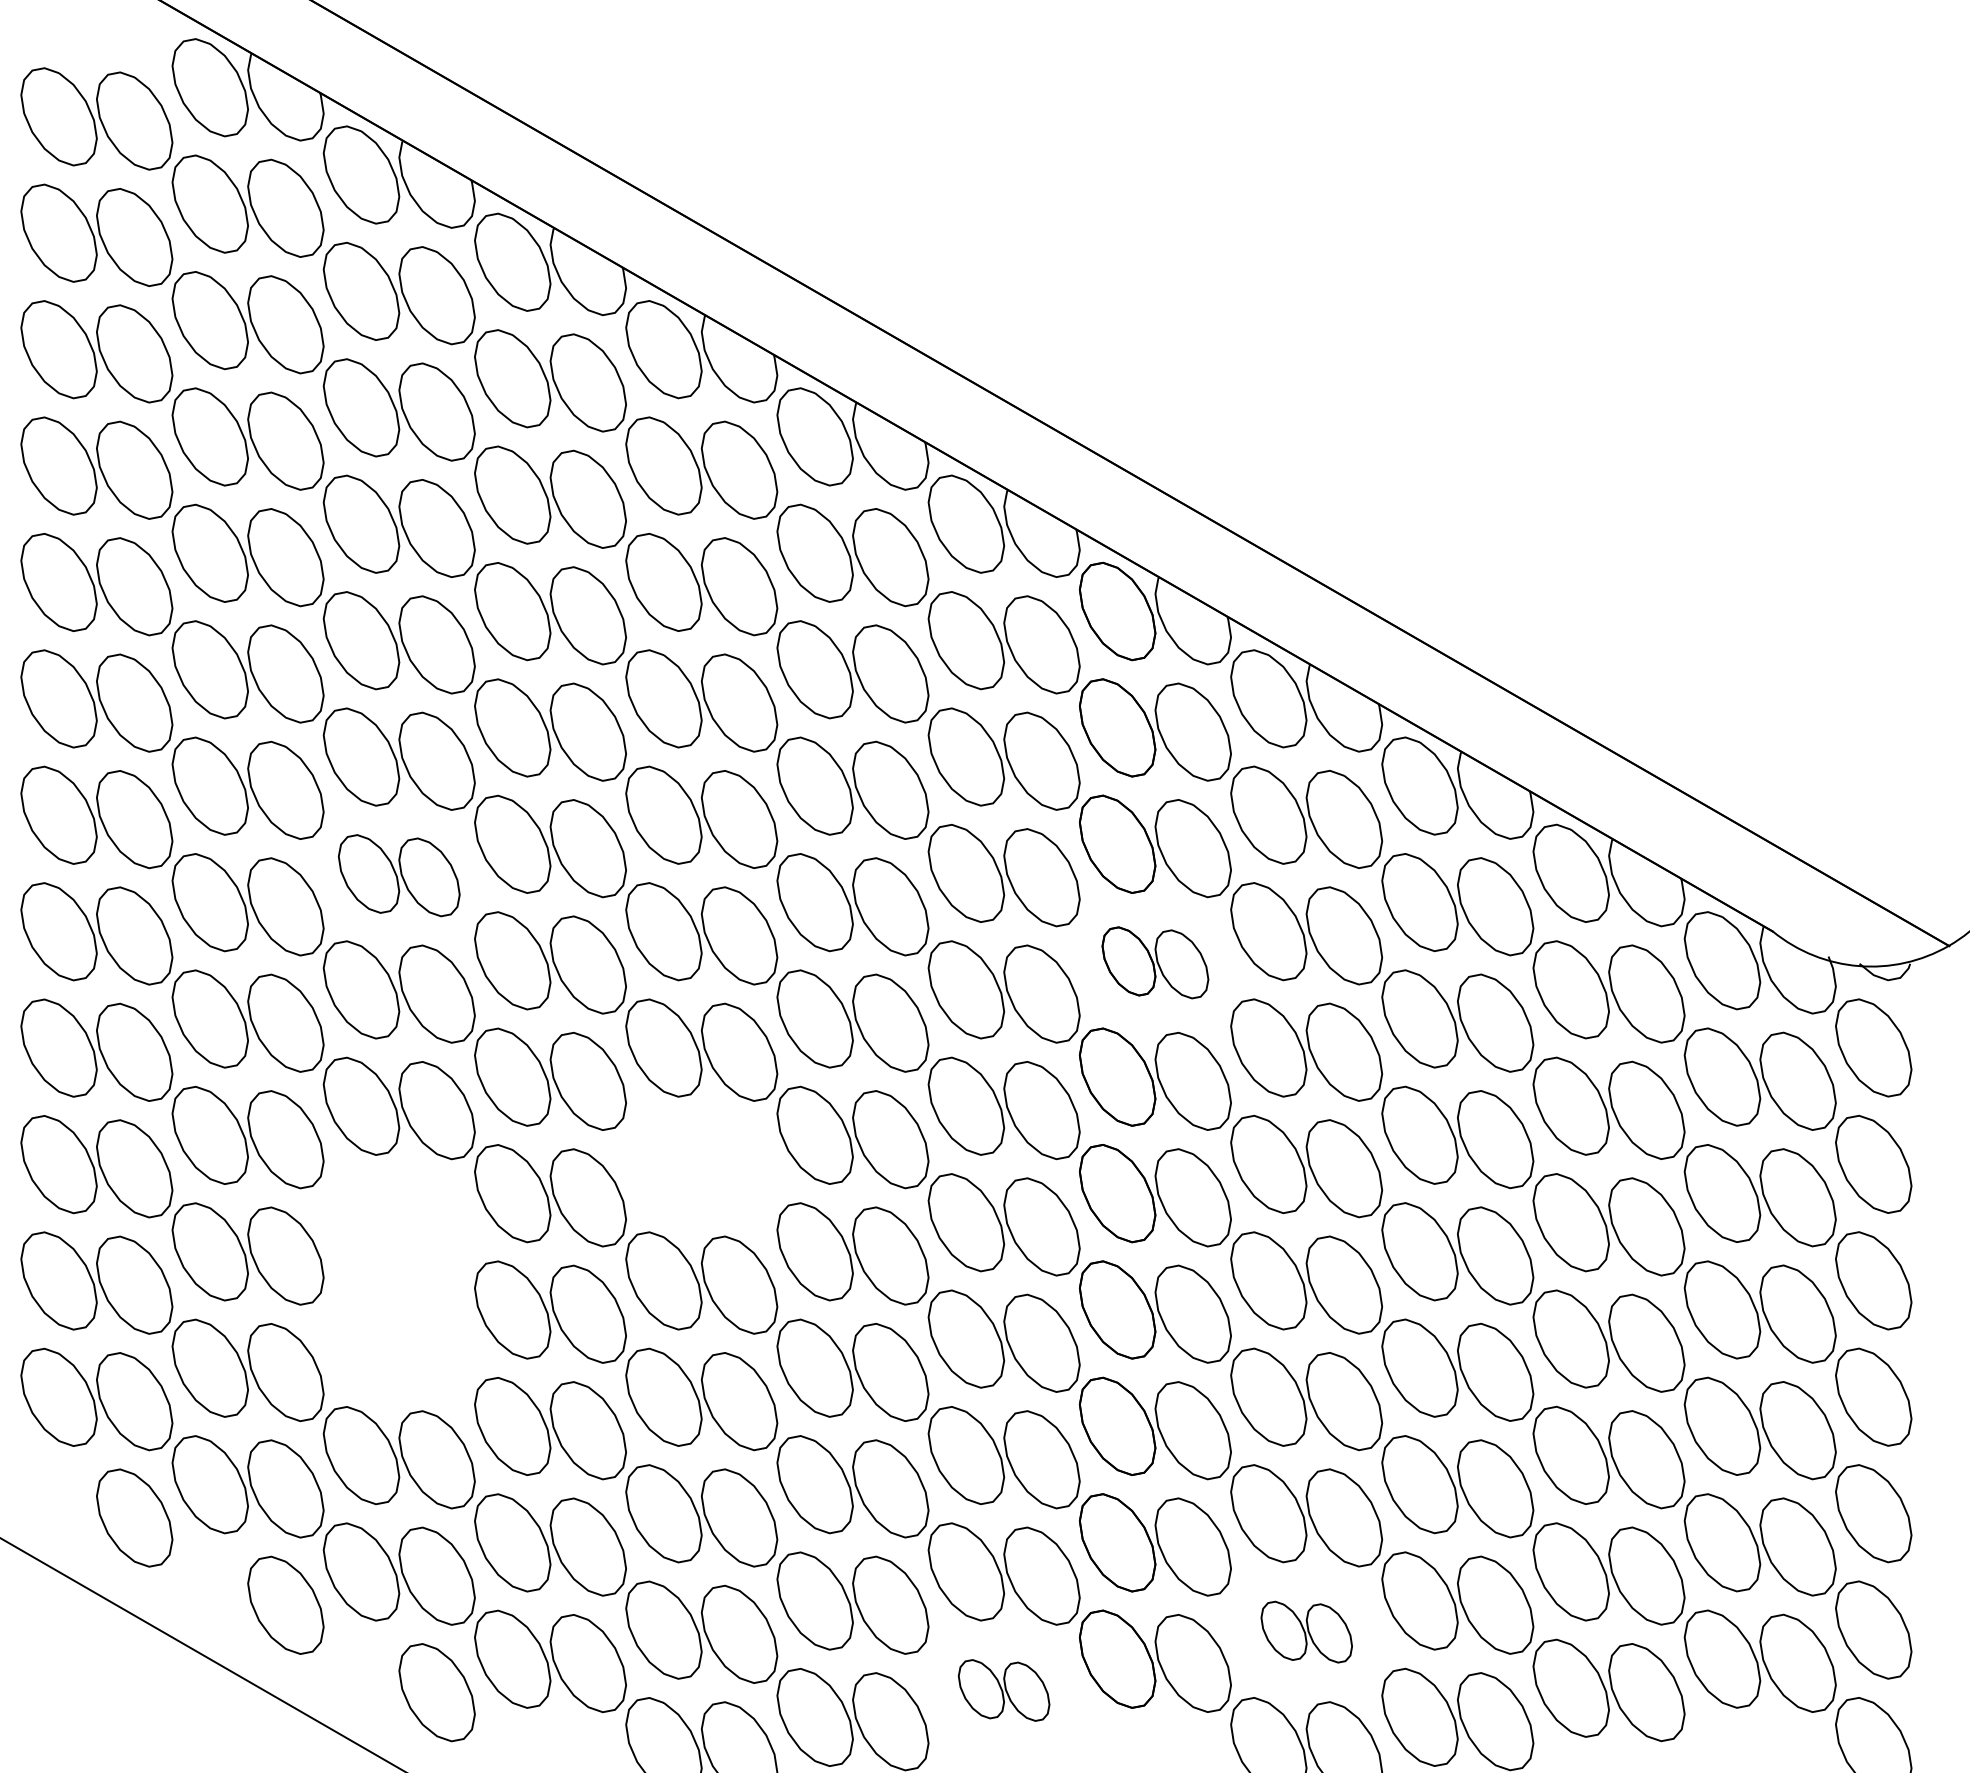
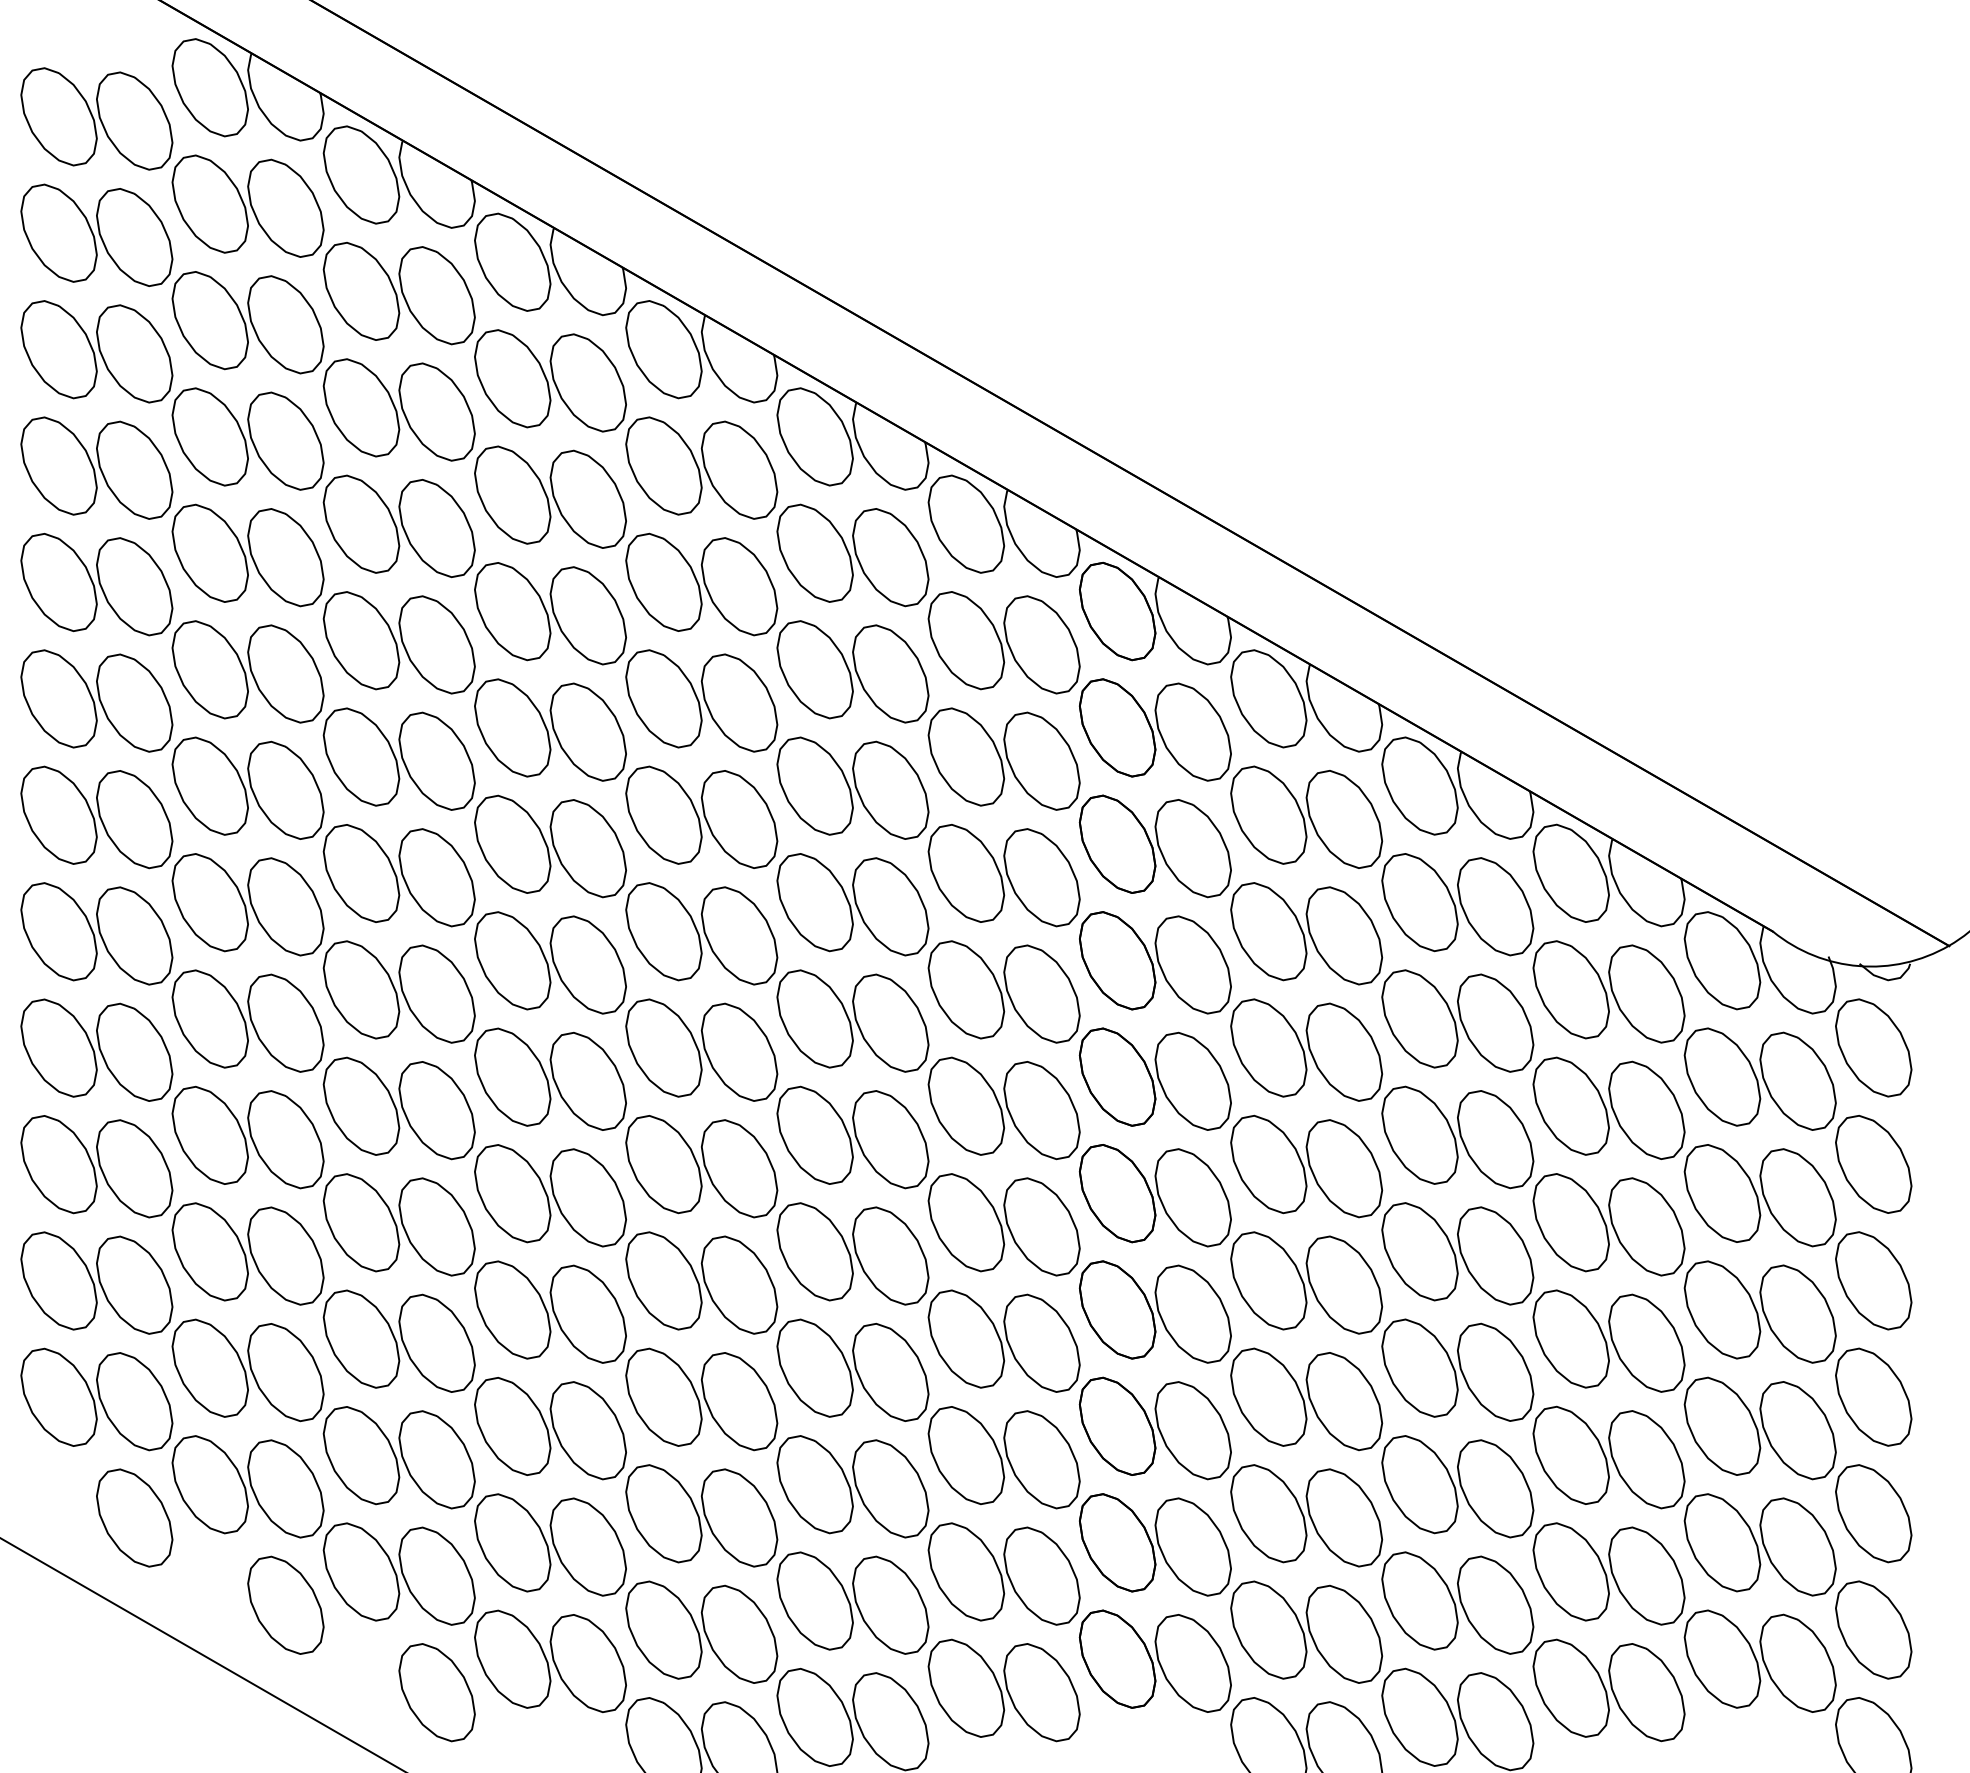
part at (398, 875) size: 124x84 px -> 154x104 px
part at (1155, 962) size: 109x74 px -> 153x104 px
part at (701, 1166): none -> present
part at (398, 1224): none -> present
part at (398, 1340): none -> present
part at (1306, 1631) size: 93x64 px -> 154x104 px
part at (1003, 1690) size: 94x63 px -> 154x105 px
